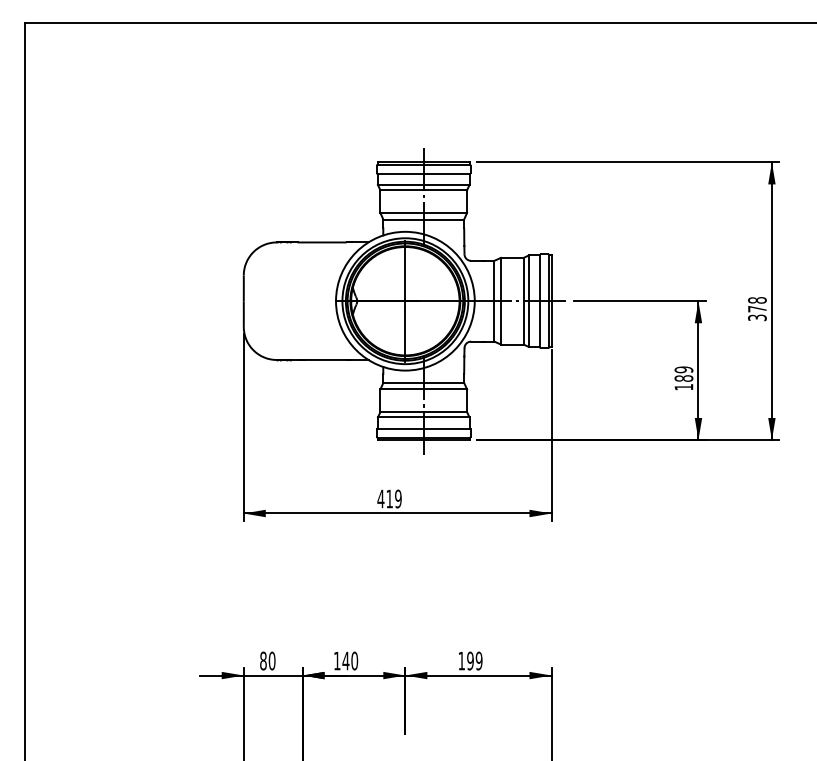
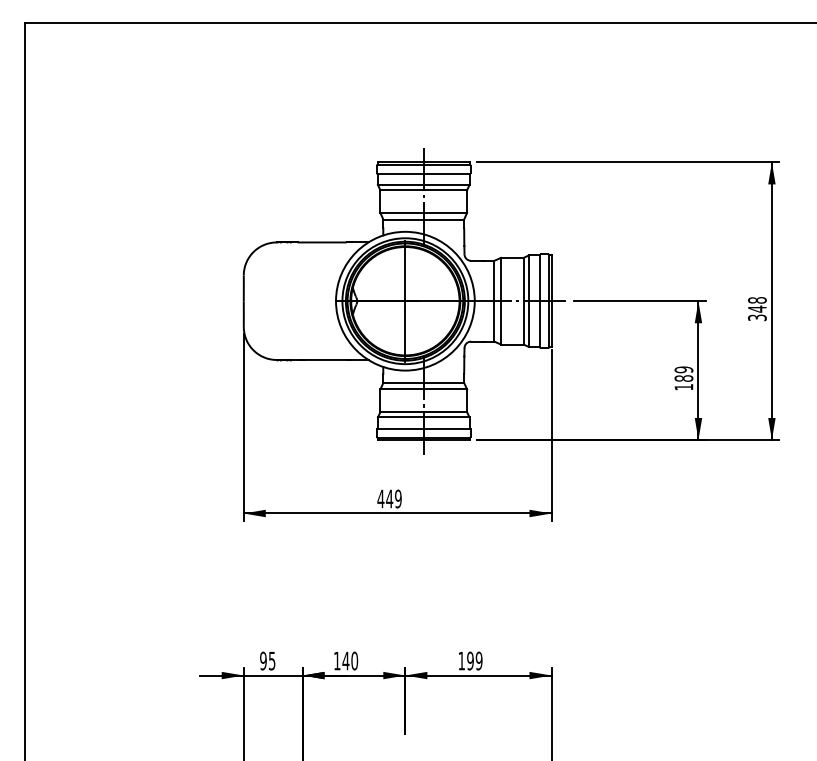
text at (757, 308): 378 -> 348
text at (389, 498): 419 -> 449
text at (267, 660): 80 -> 95
